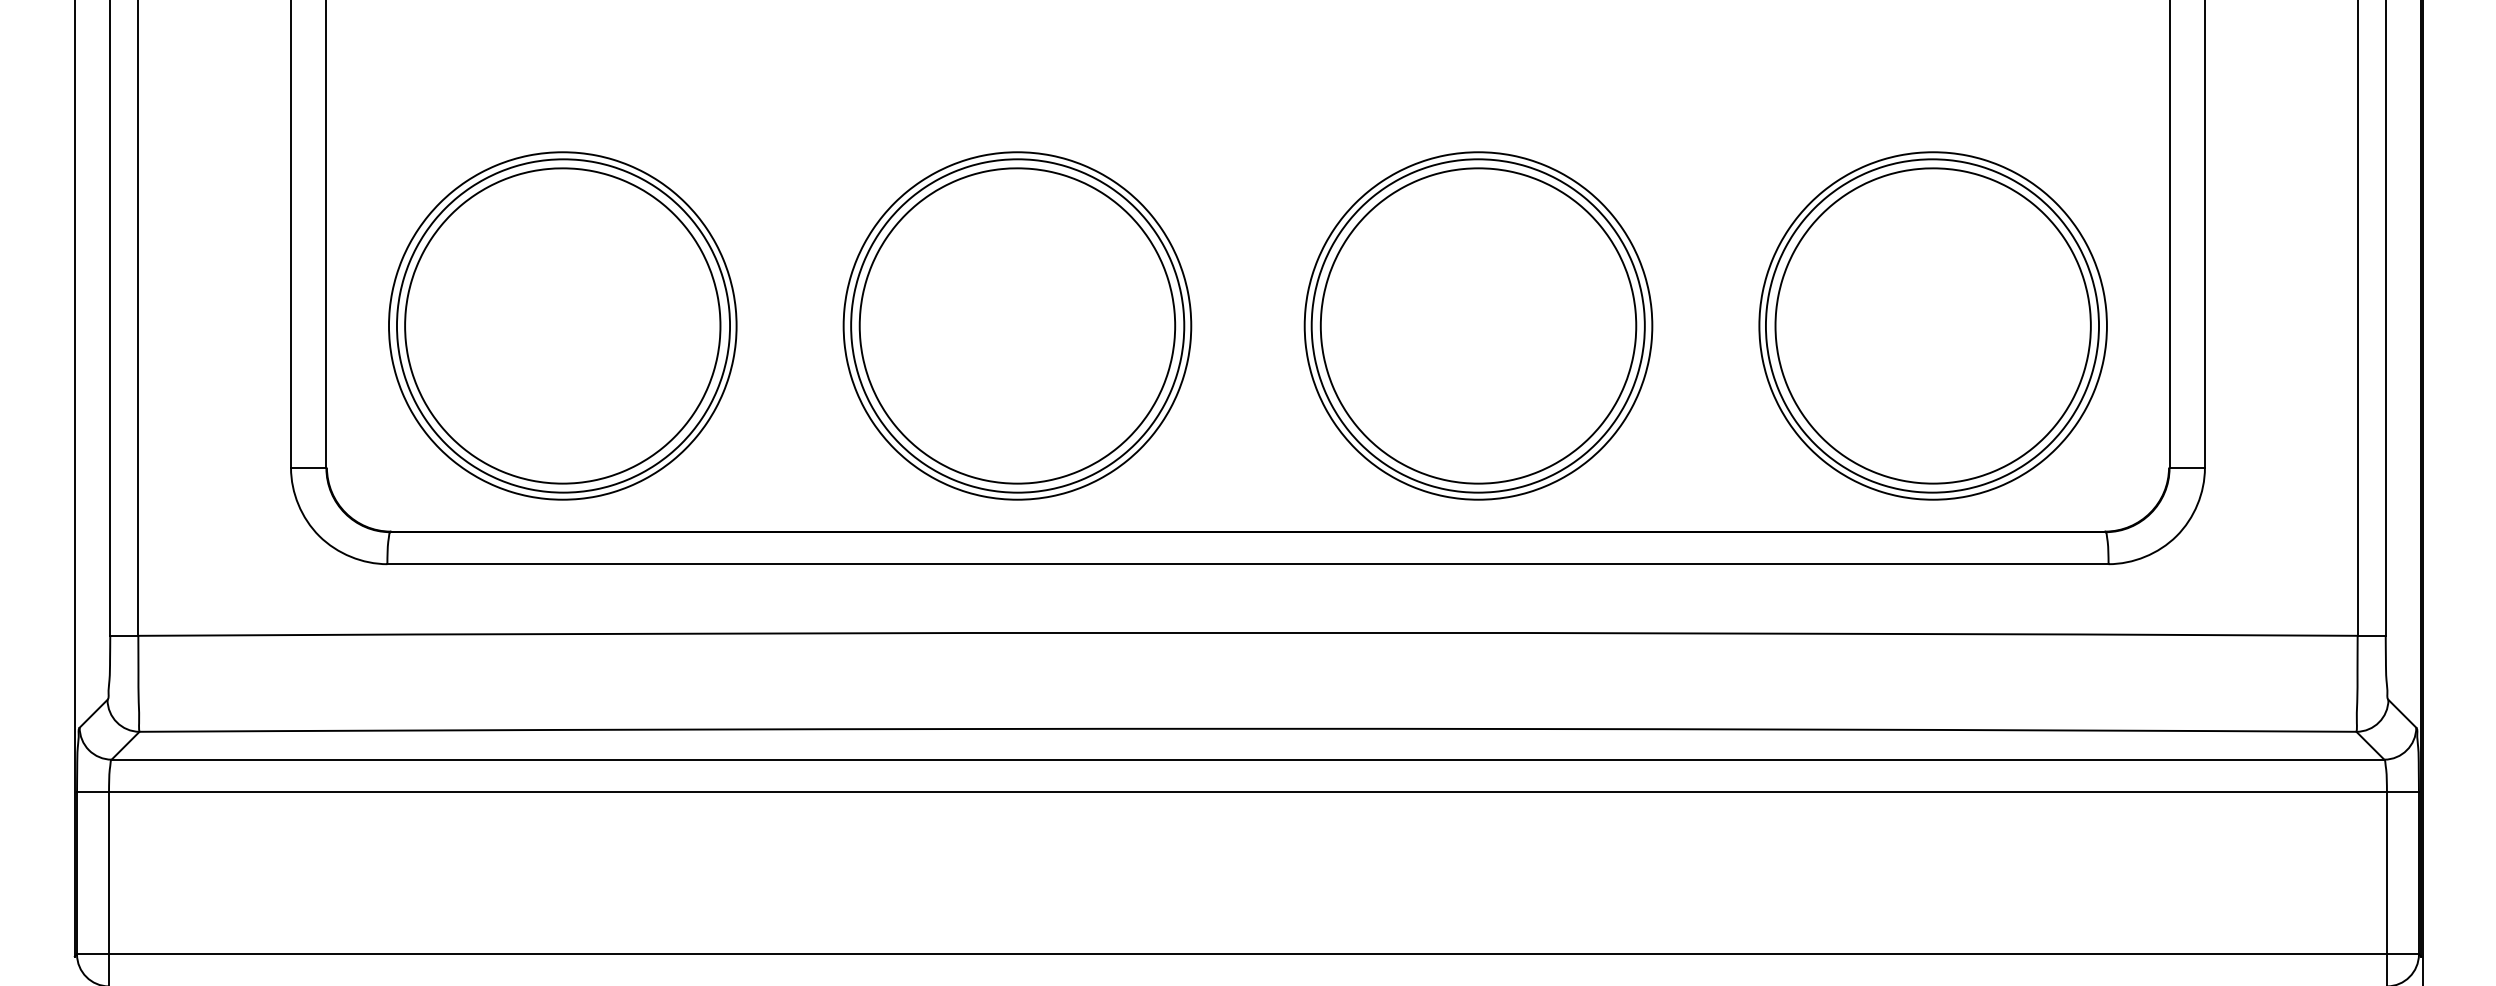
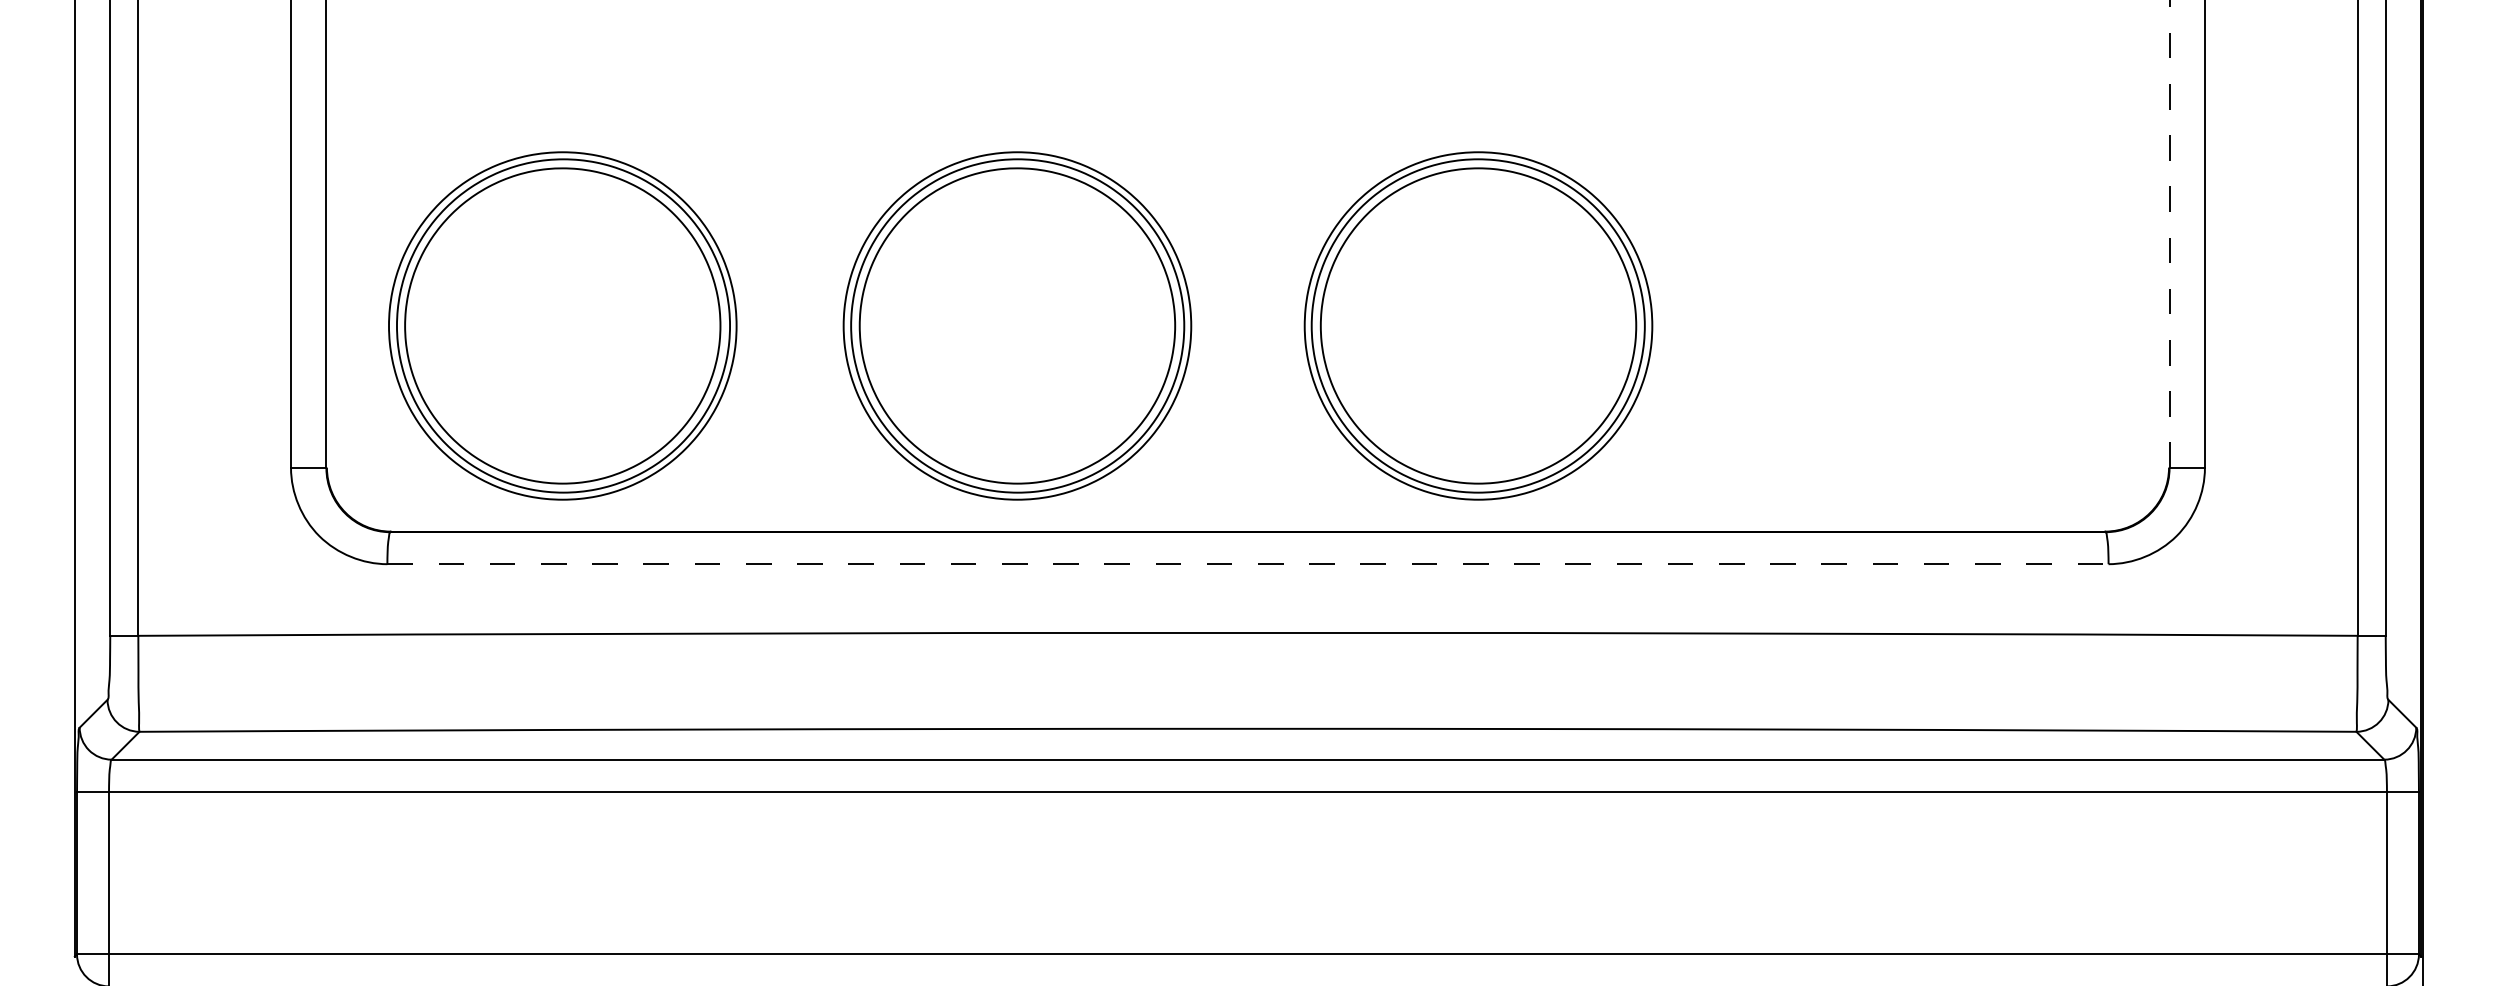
line at (2169, 234): solid -> dashed
part at (1932, 325): present -> none
line at (1247, 564): solid -> dashed
